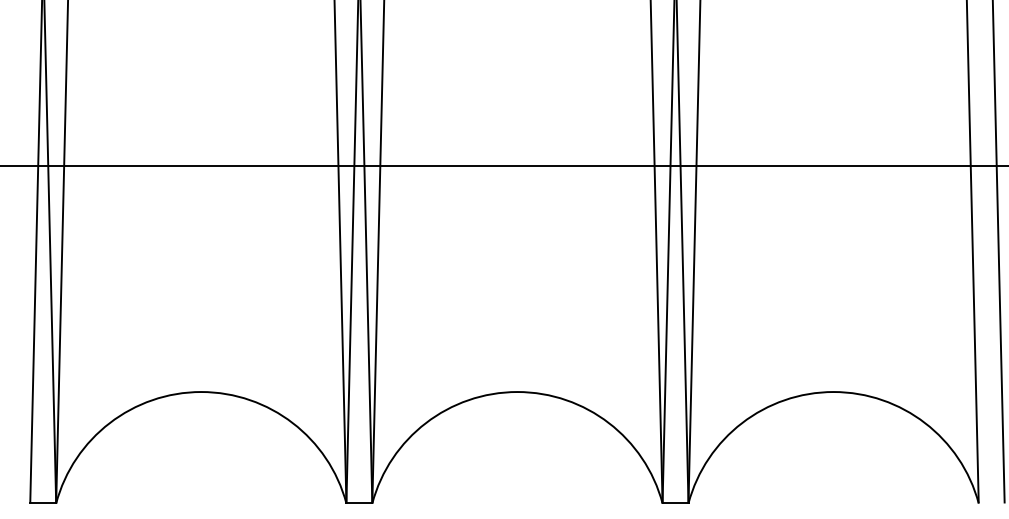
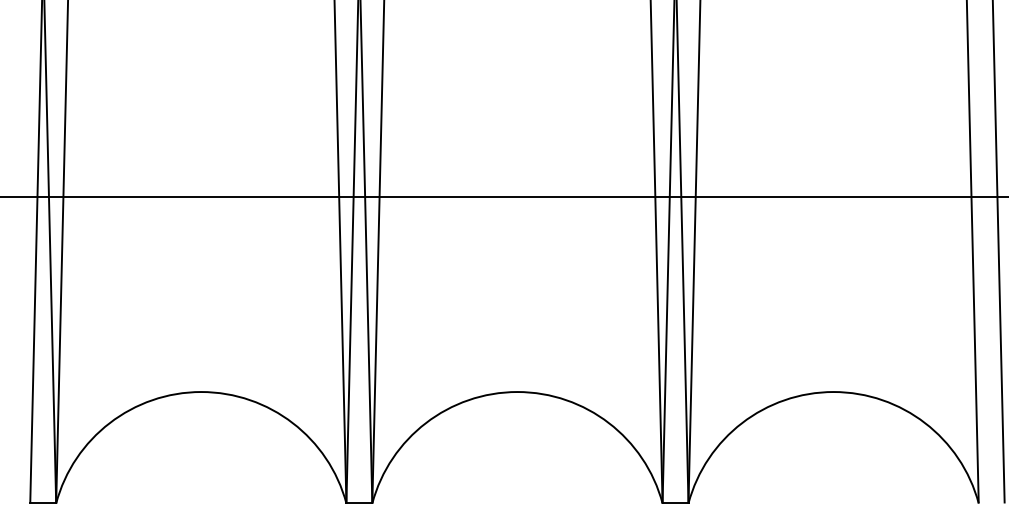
line at (503, 166) position: (503, 166) -> (503, 197)
